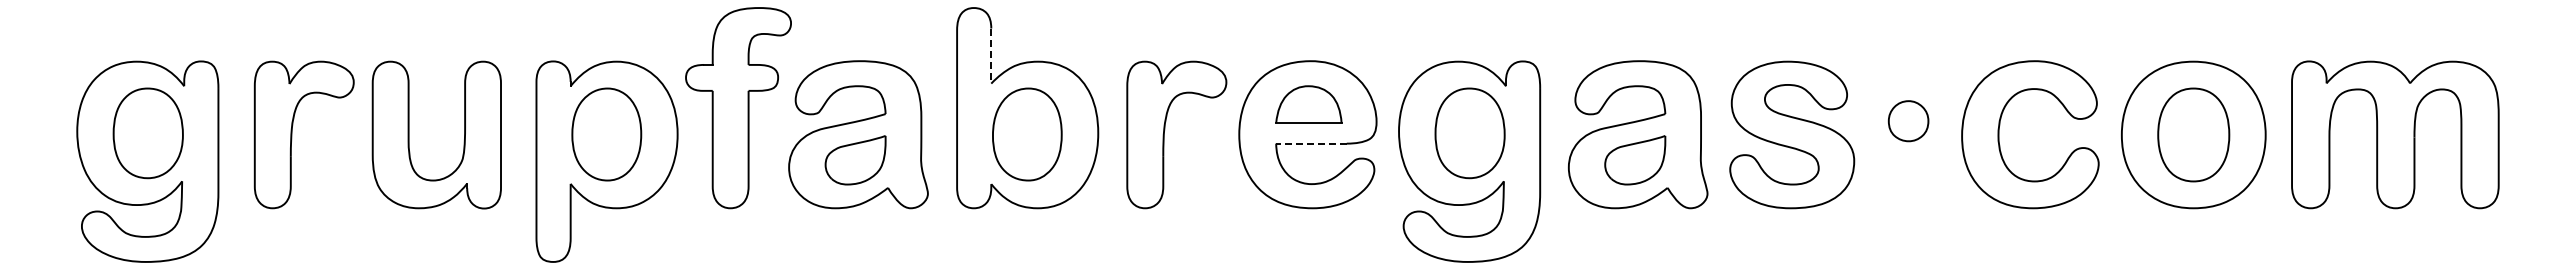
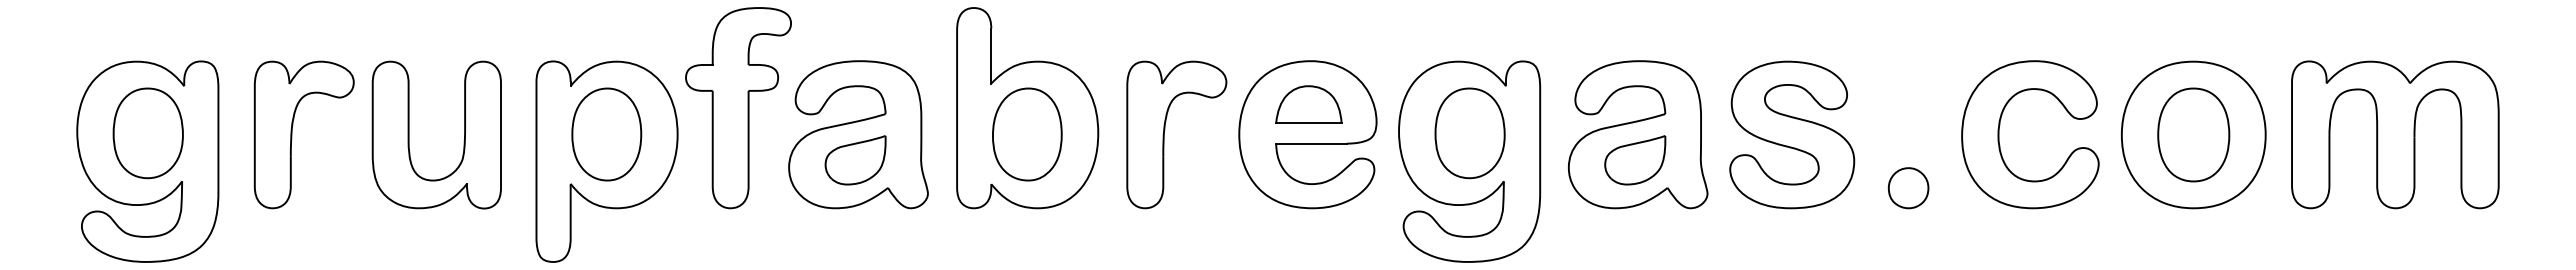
line at (991, 56): dashed -> solid
part at (1908, 121) position: (1908, 121) -> (1908, 188)
line at (1310, 143): dashed -> solid
